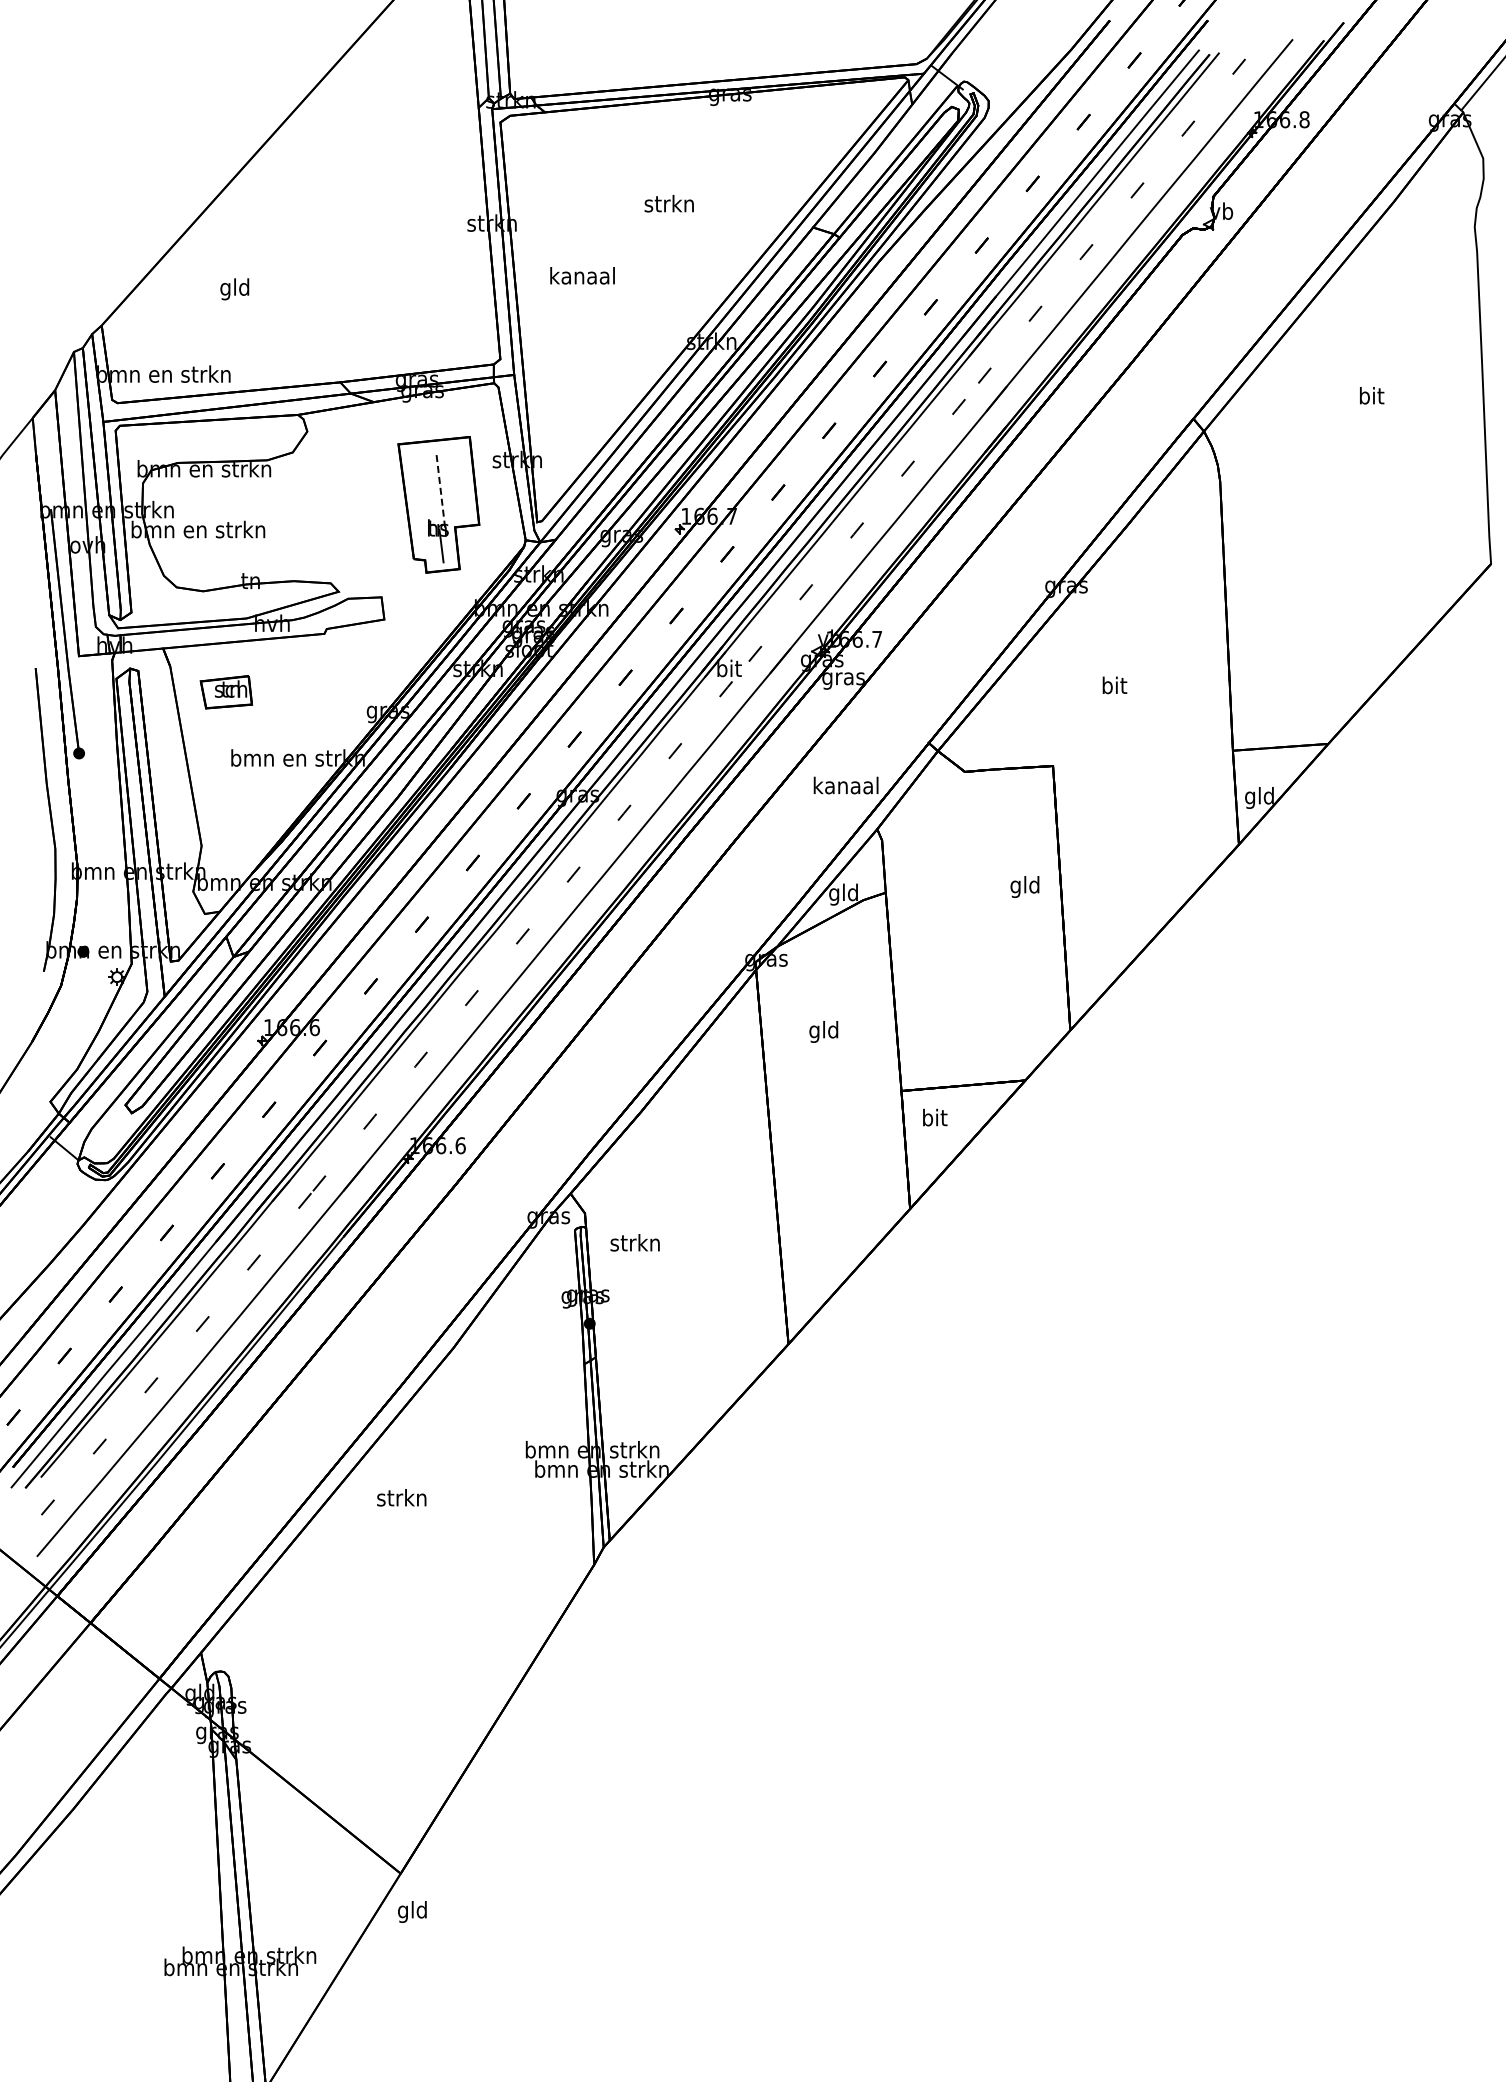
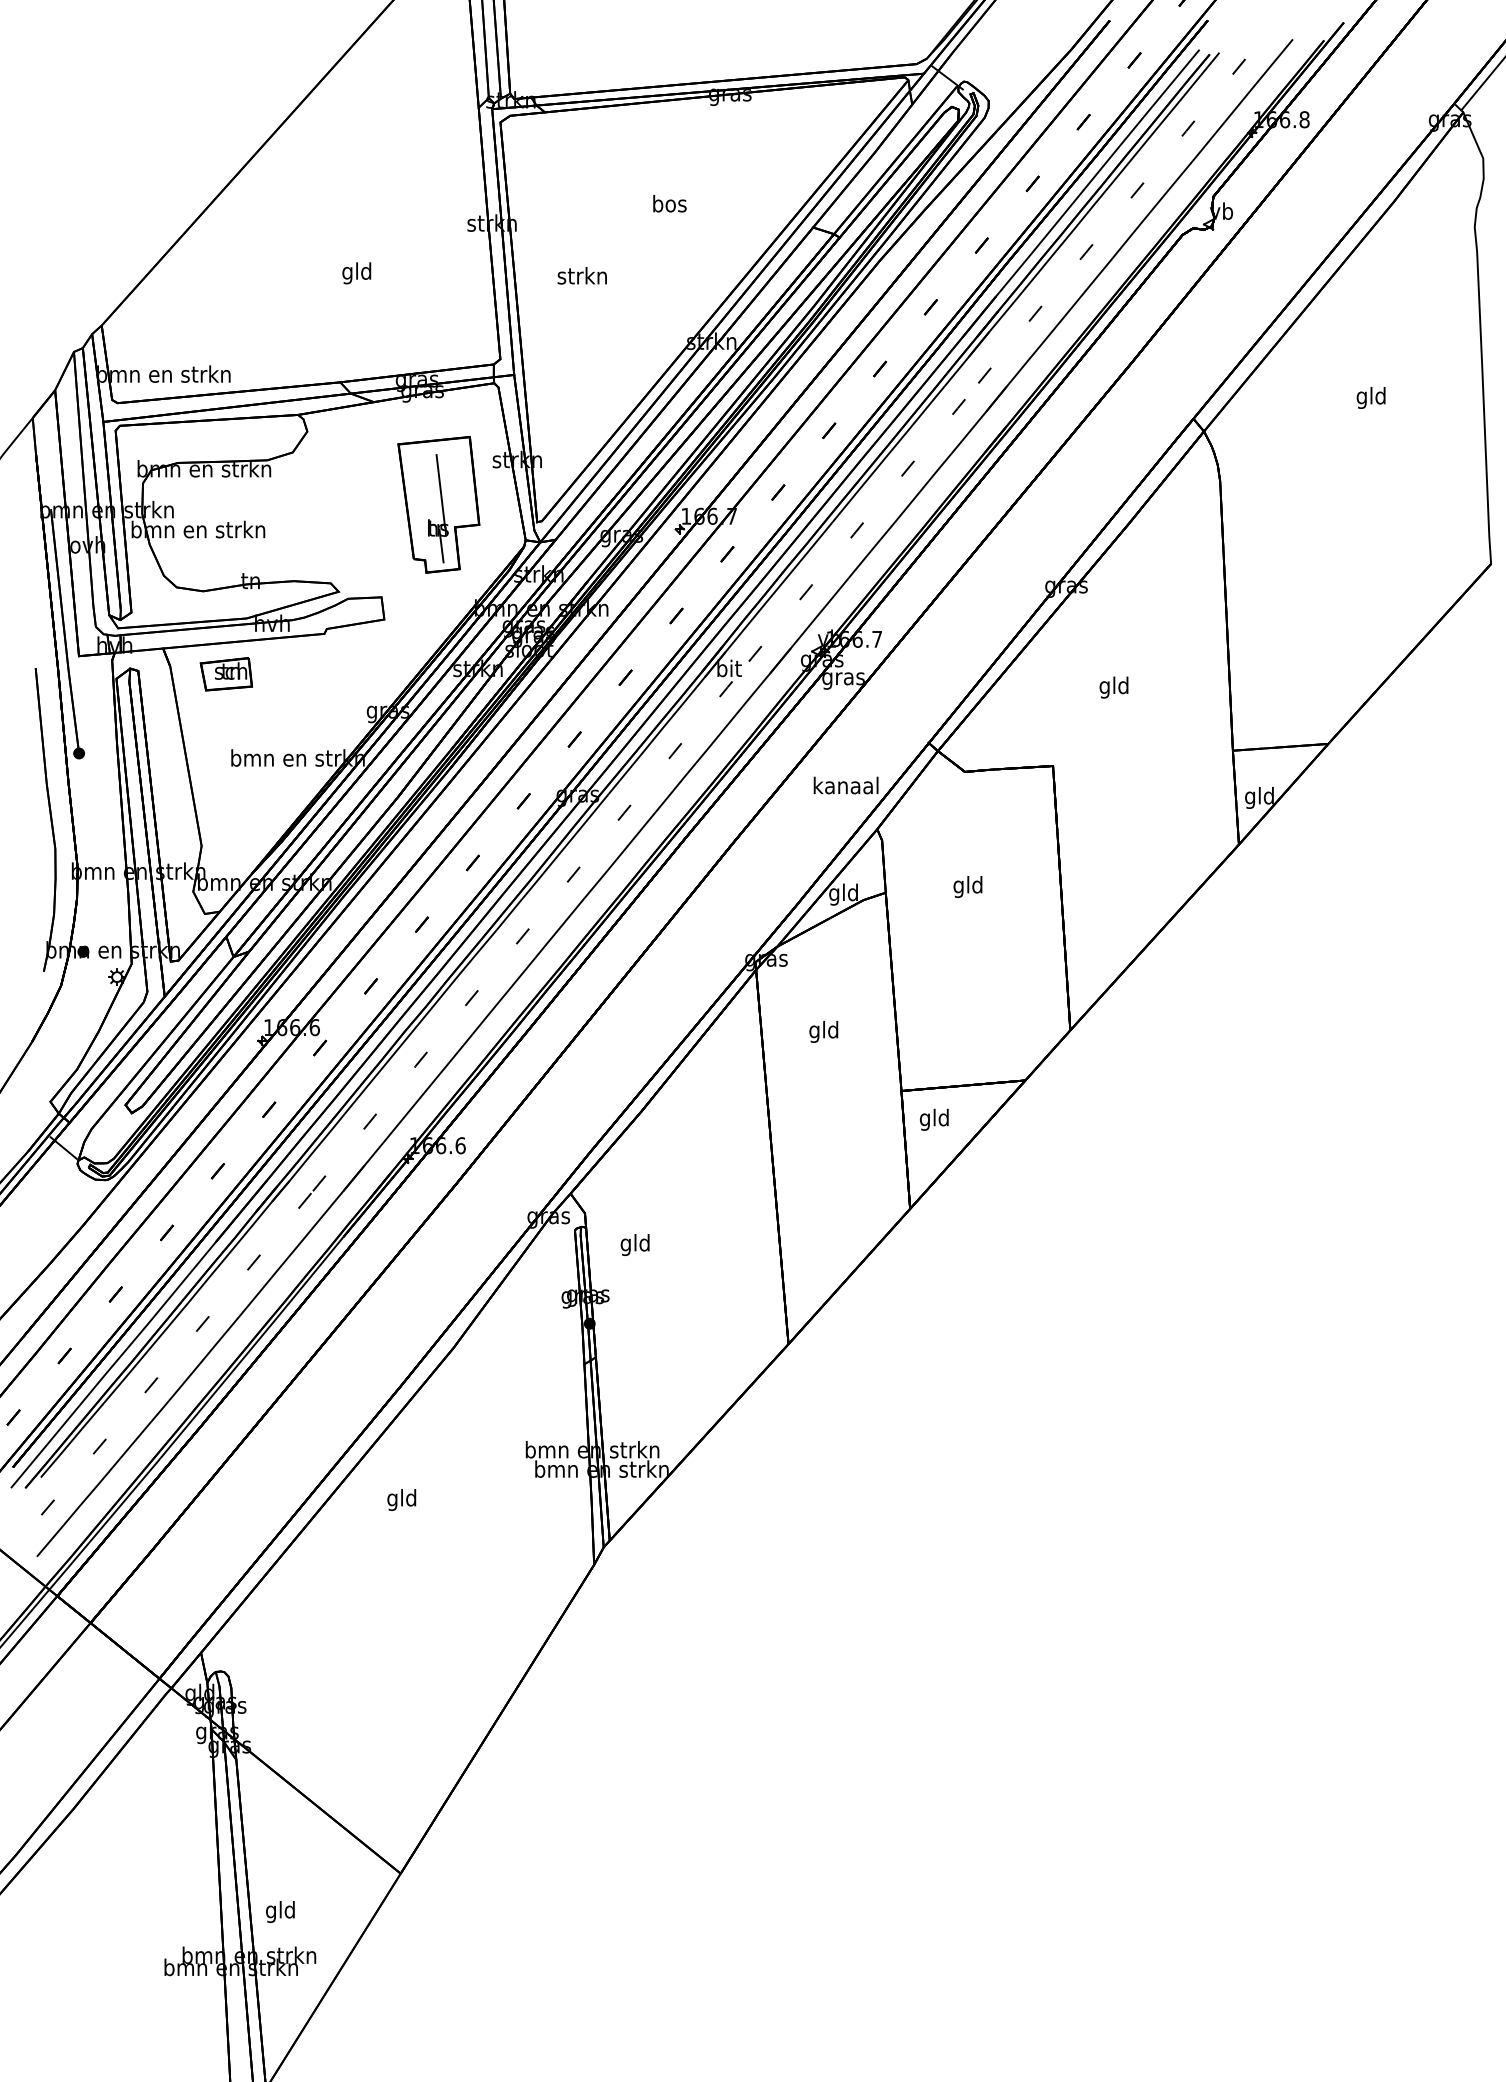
text at (668, 203): strkn -> bos
text at (582, 275): kanaal -> strkn
text at (234, 289) position: (234, 289) -> (356, 273)
text at (1370, 397): bit -> gld
line at (440, 491): dashed -> solid
text at (1113, 687): bit -> gld
part at (226, 692) position: (226, 692) -> (226, 674)
text at (1024, 886) position: (1024, 886) -> (967, 886)
text at (933, 1119): bit -> gld
text at (634, 1245): strkn -> gld
text at (401, 1499): strkn -> gld
text at (412, 1911) position: (412, 1911) -> (280, 1911)
